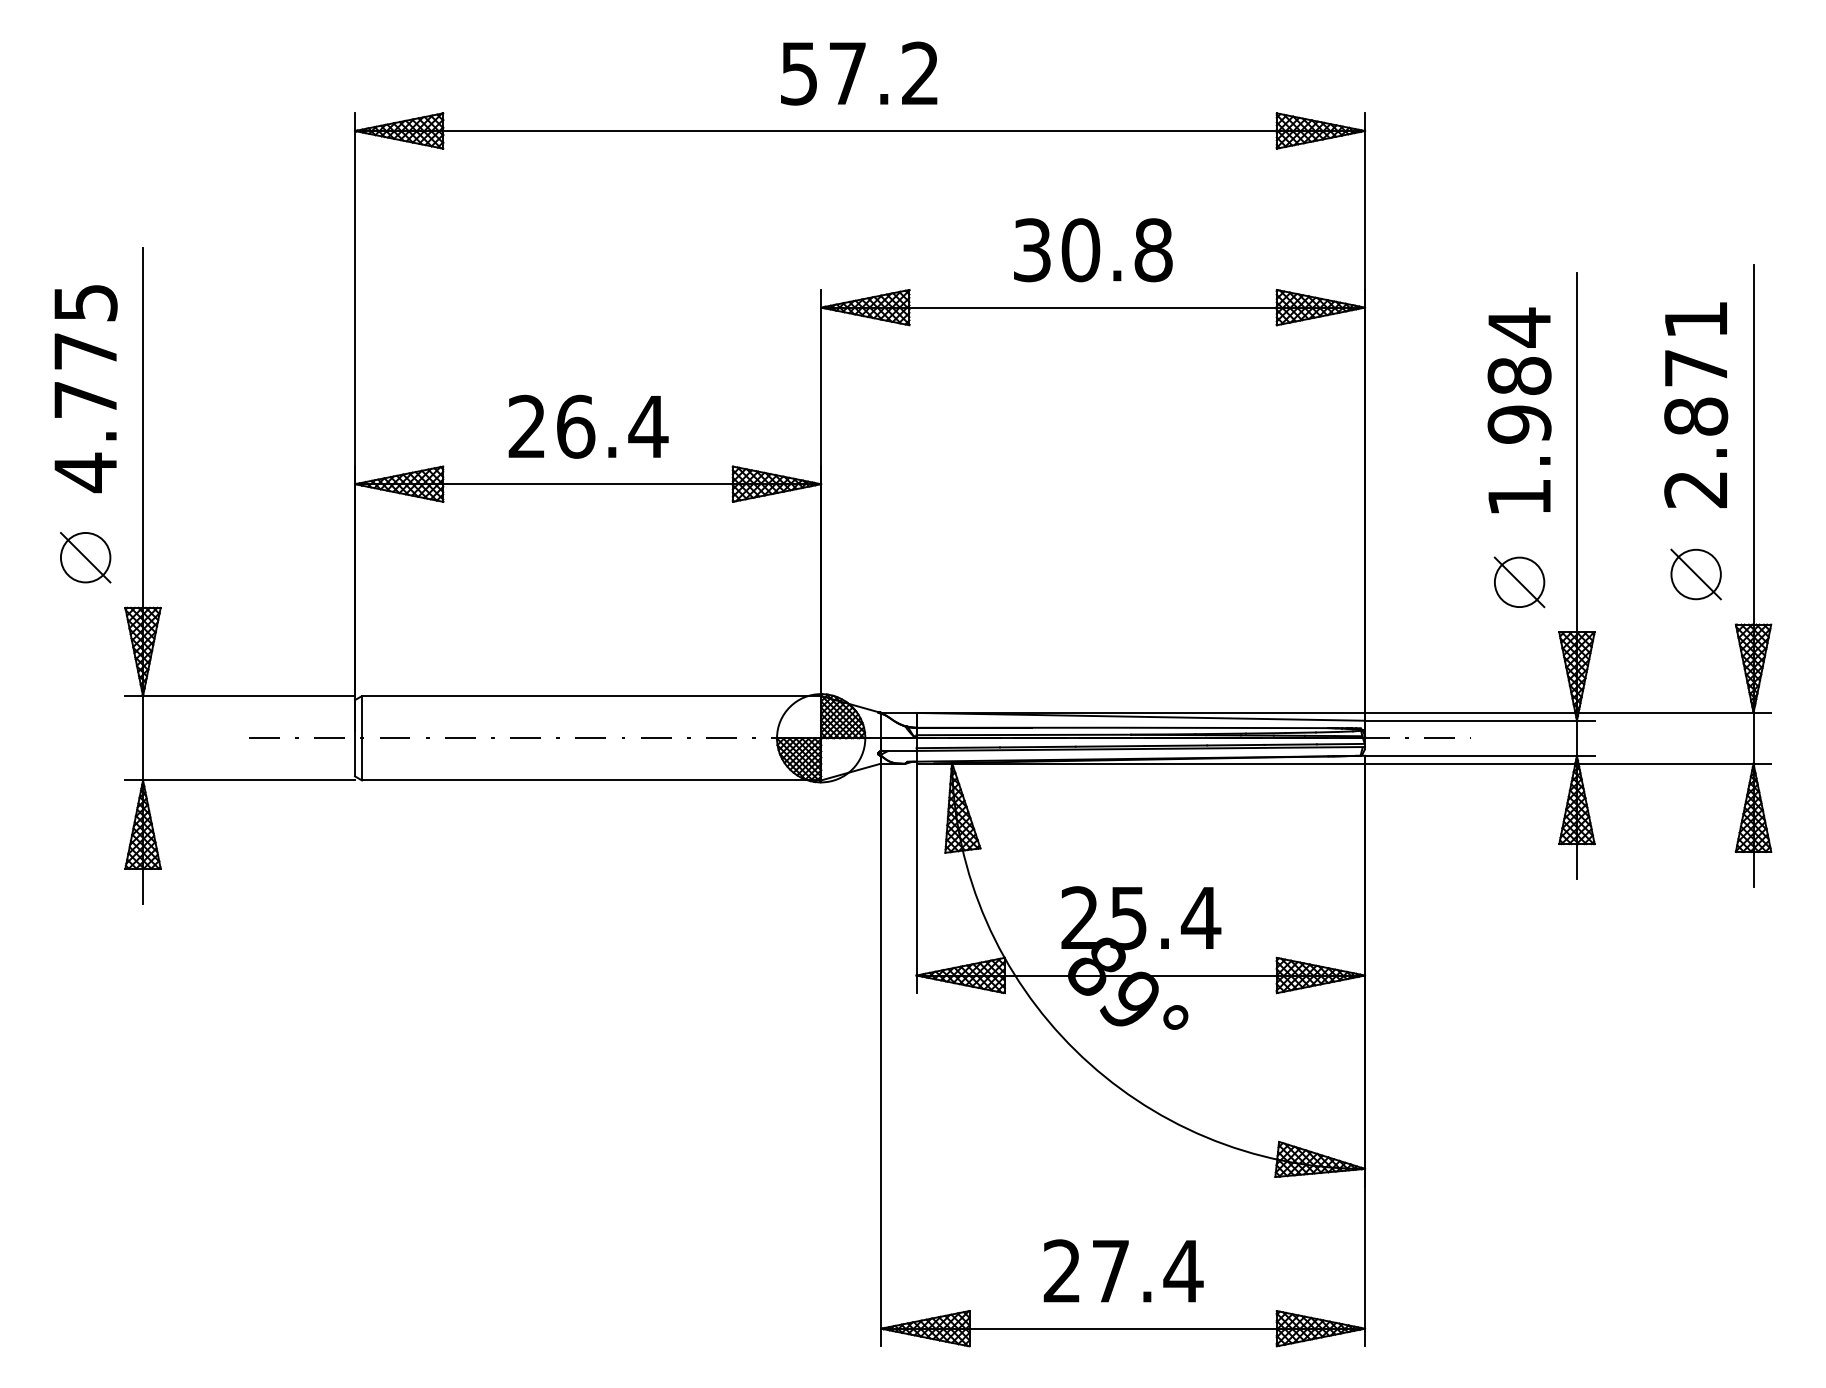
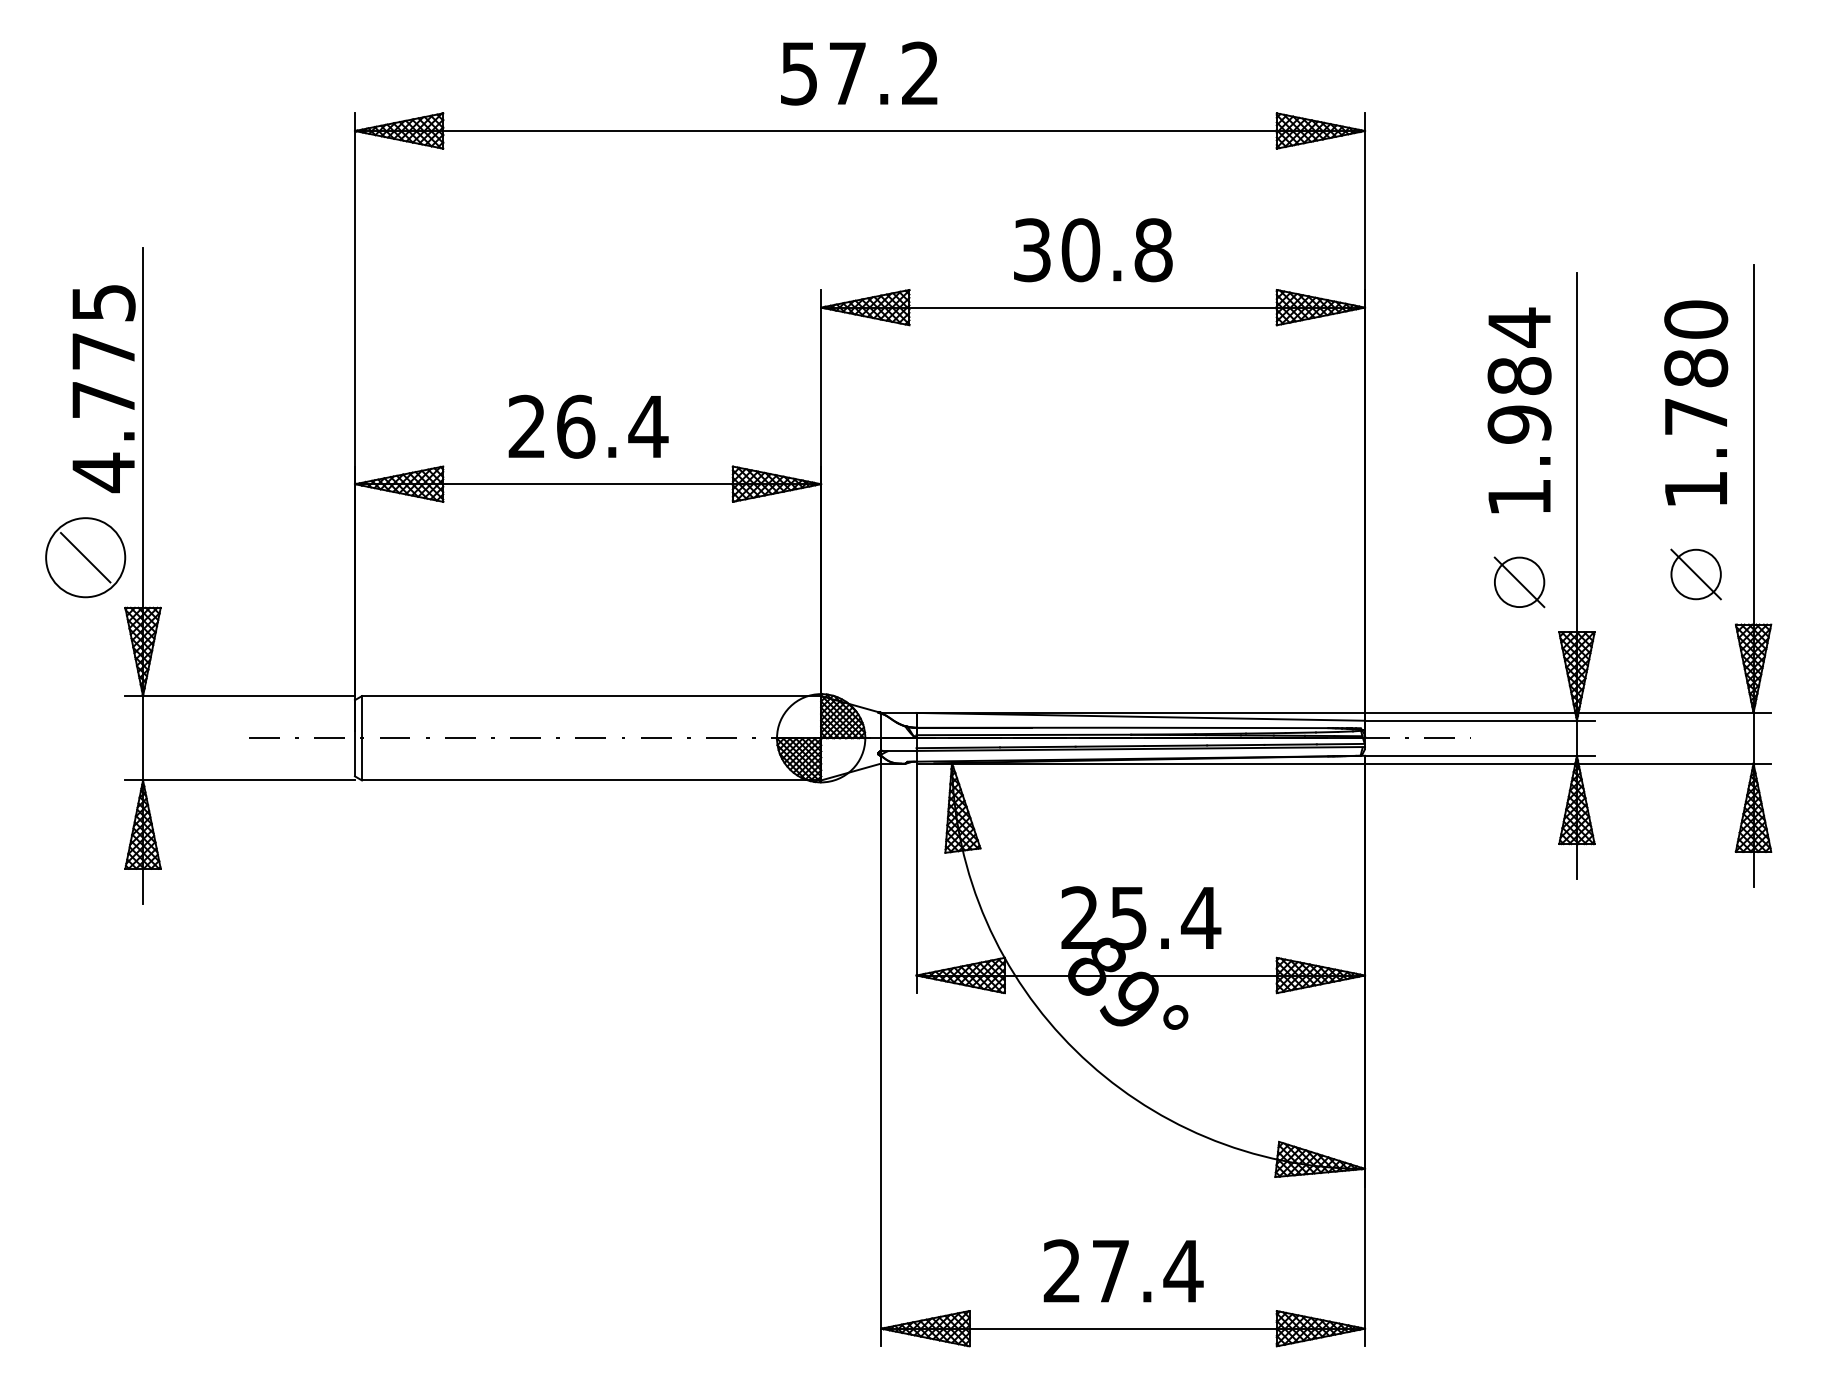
text at (85, 389) position: (85, 389) -> (103, 389)
text at (1696, 404): 2.871 -> 1.780
circle at (85, 557) diameter: 49 px -> 79 px
